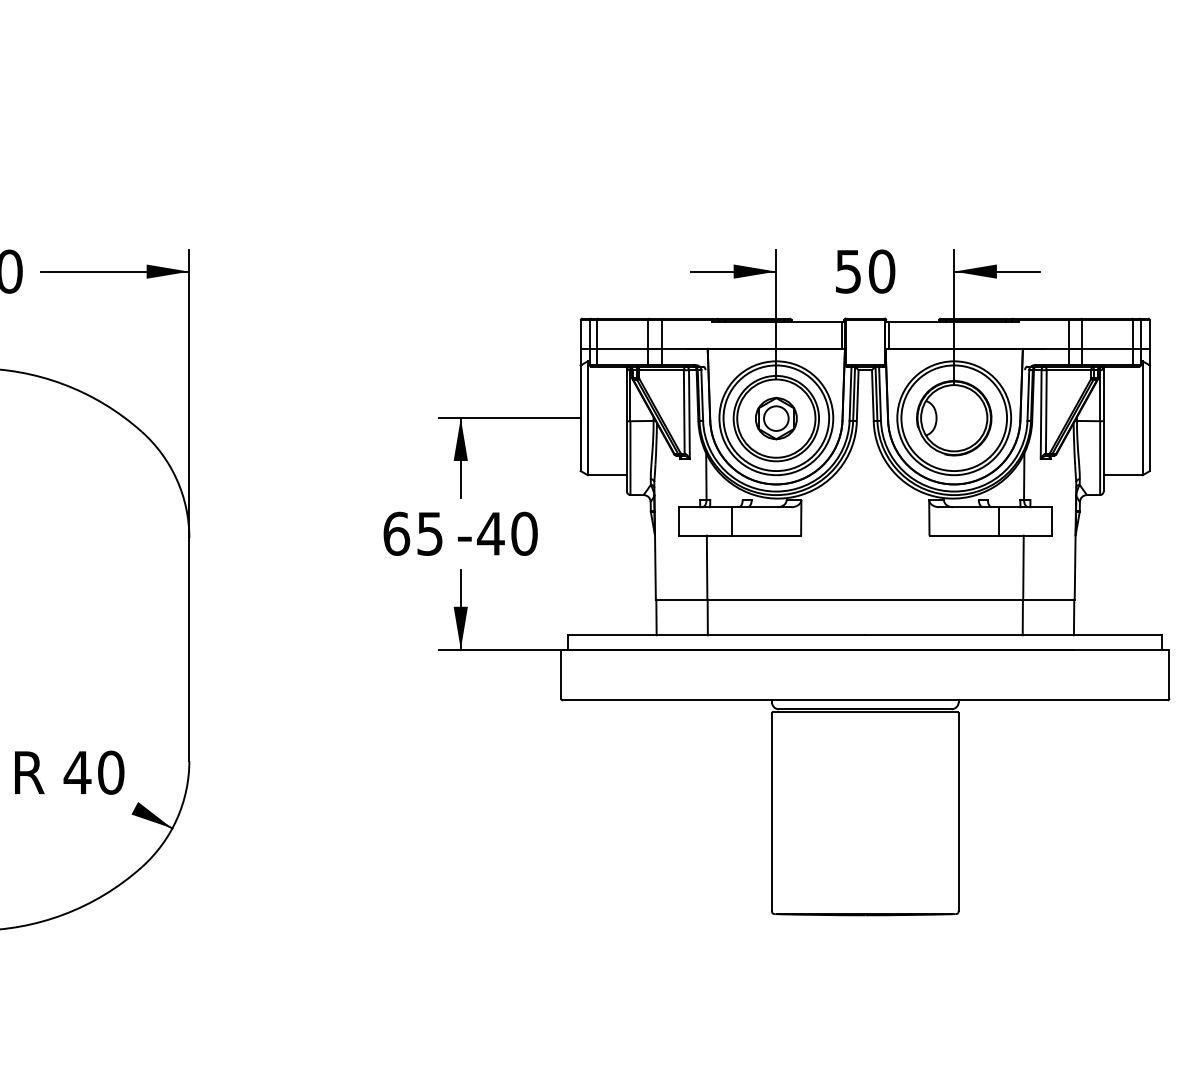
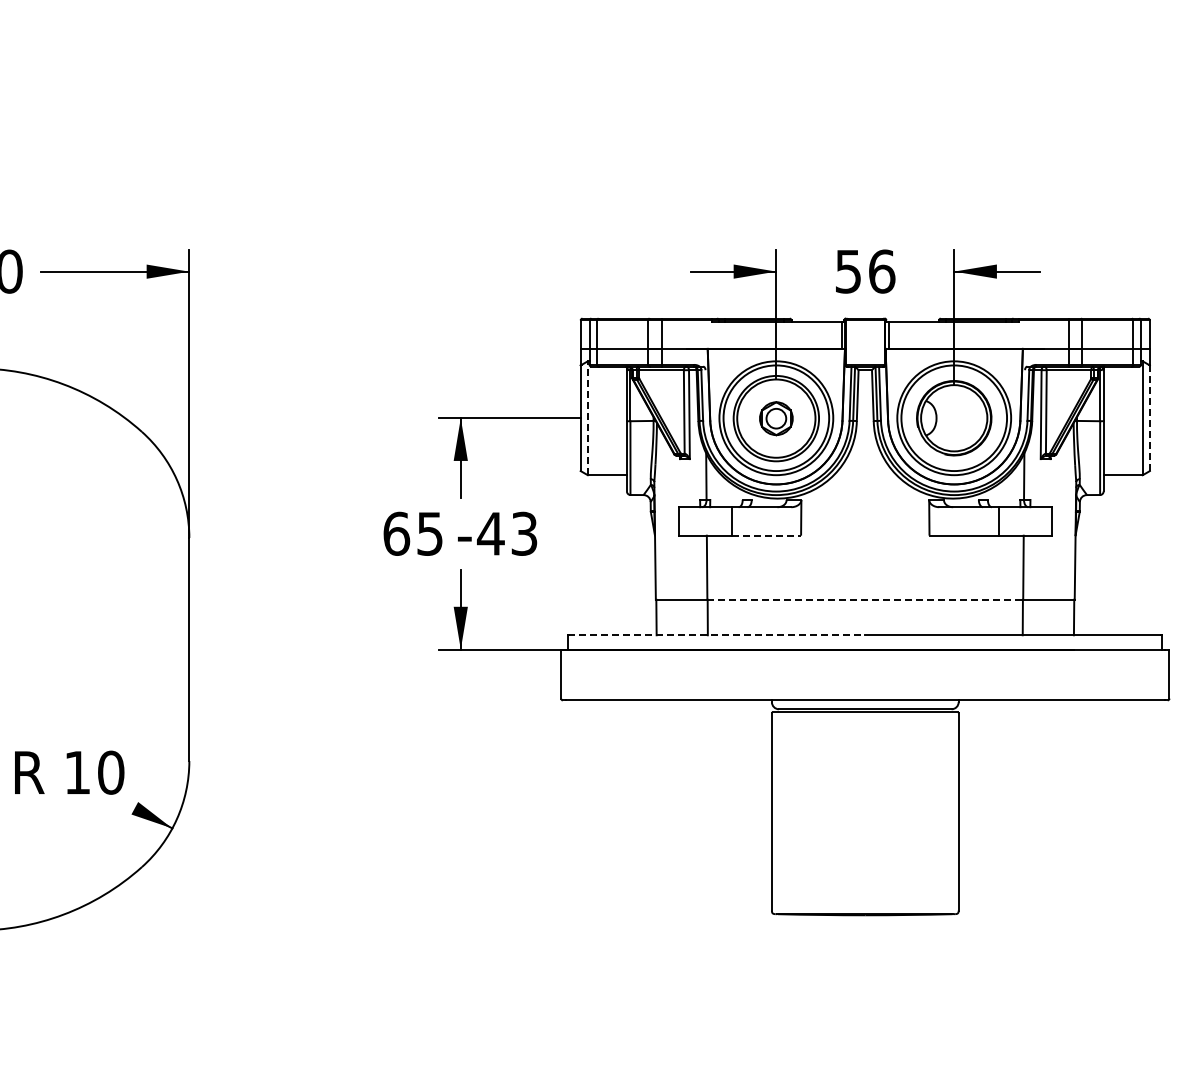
text at (881, 271): 50 -> 56
line at (587, 418): solid -> dashed
part at (776, 418) size: 43x44 px -> 35x36 px
line at (1149, 418): solid -> dashed
text at (524, 533): -40 -> -43
line at (766, 535): solid -> dashed
line at (865, 599): solid -> dashed
line at (716, 635): solid -> dashed
text at (77, 772): 40 -> 10
